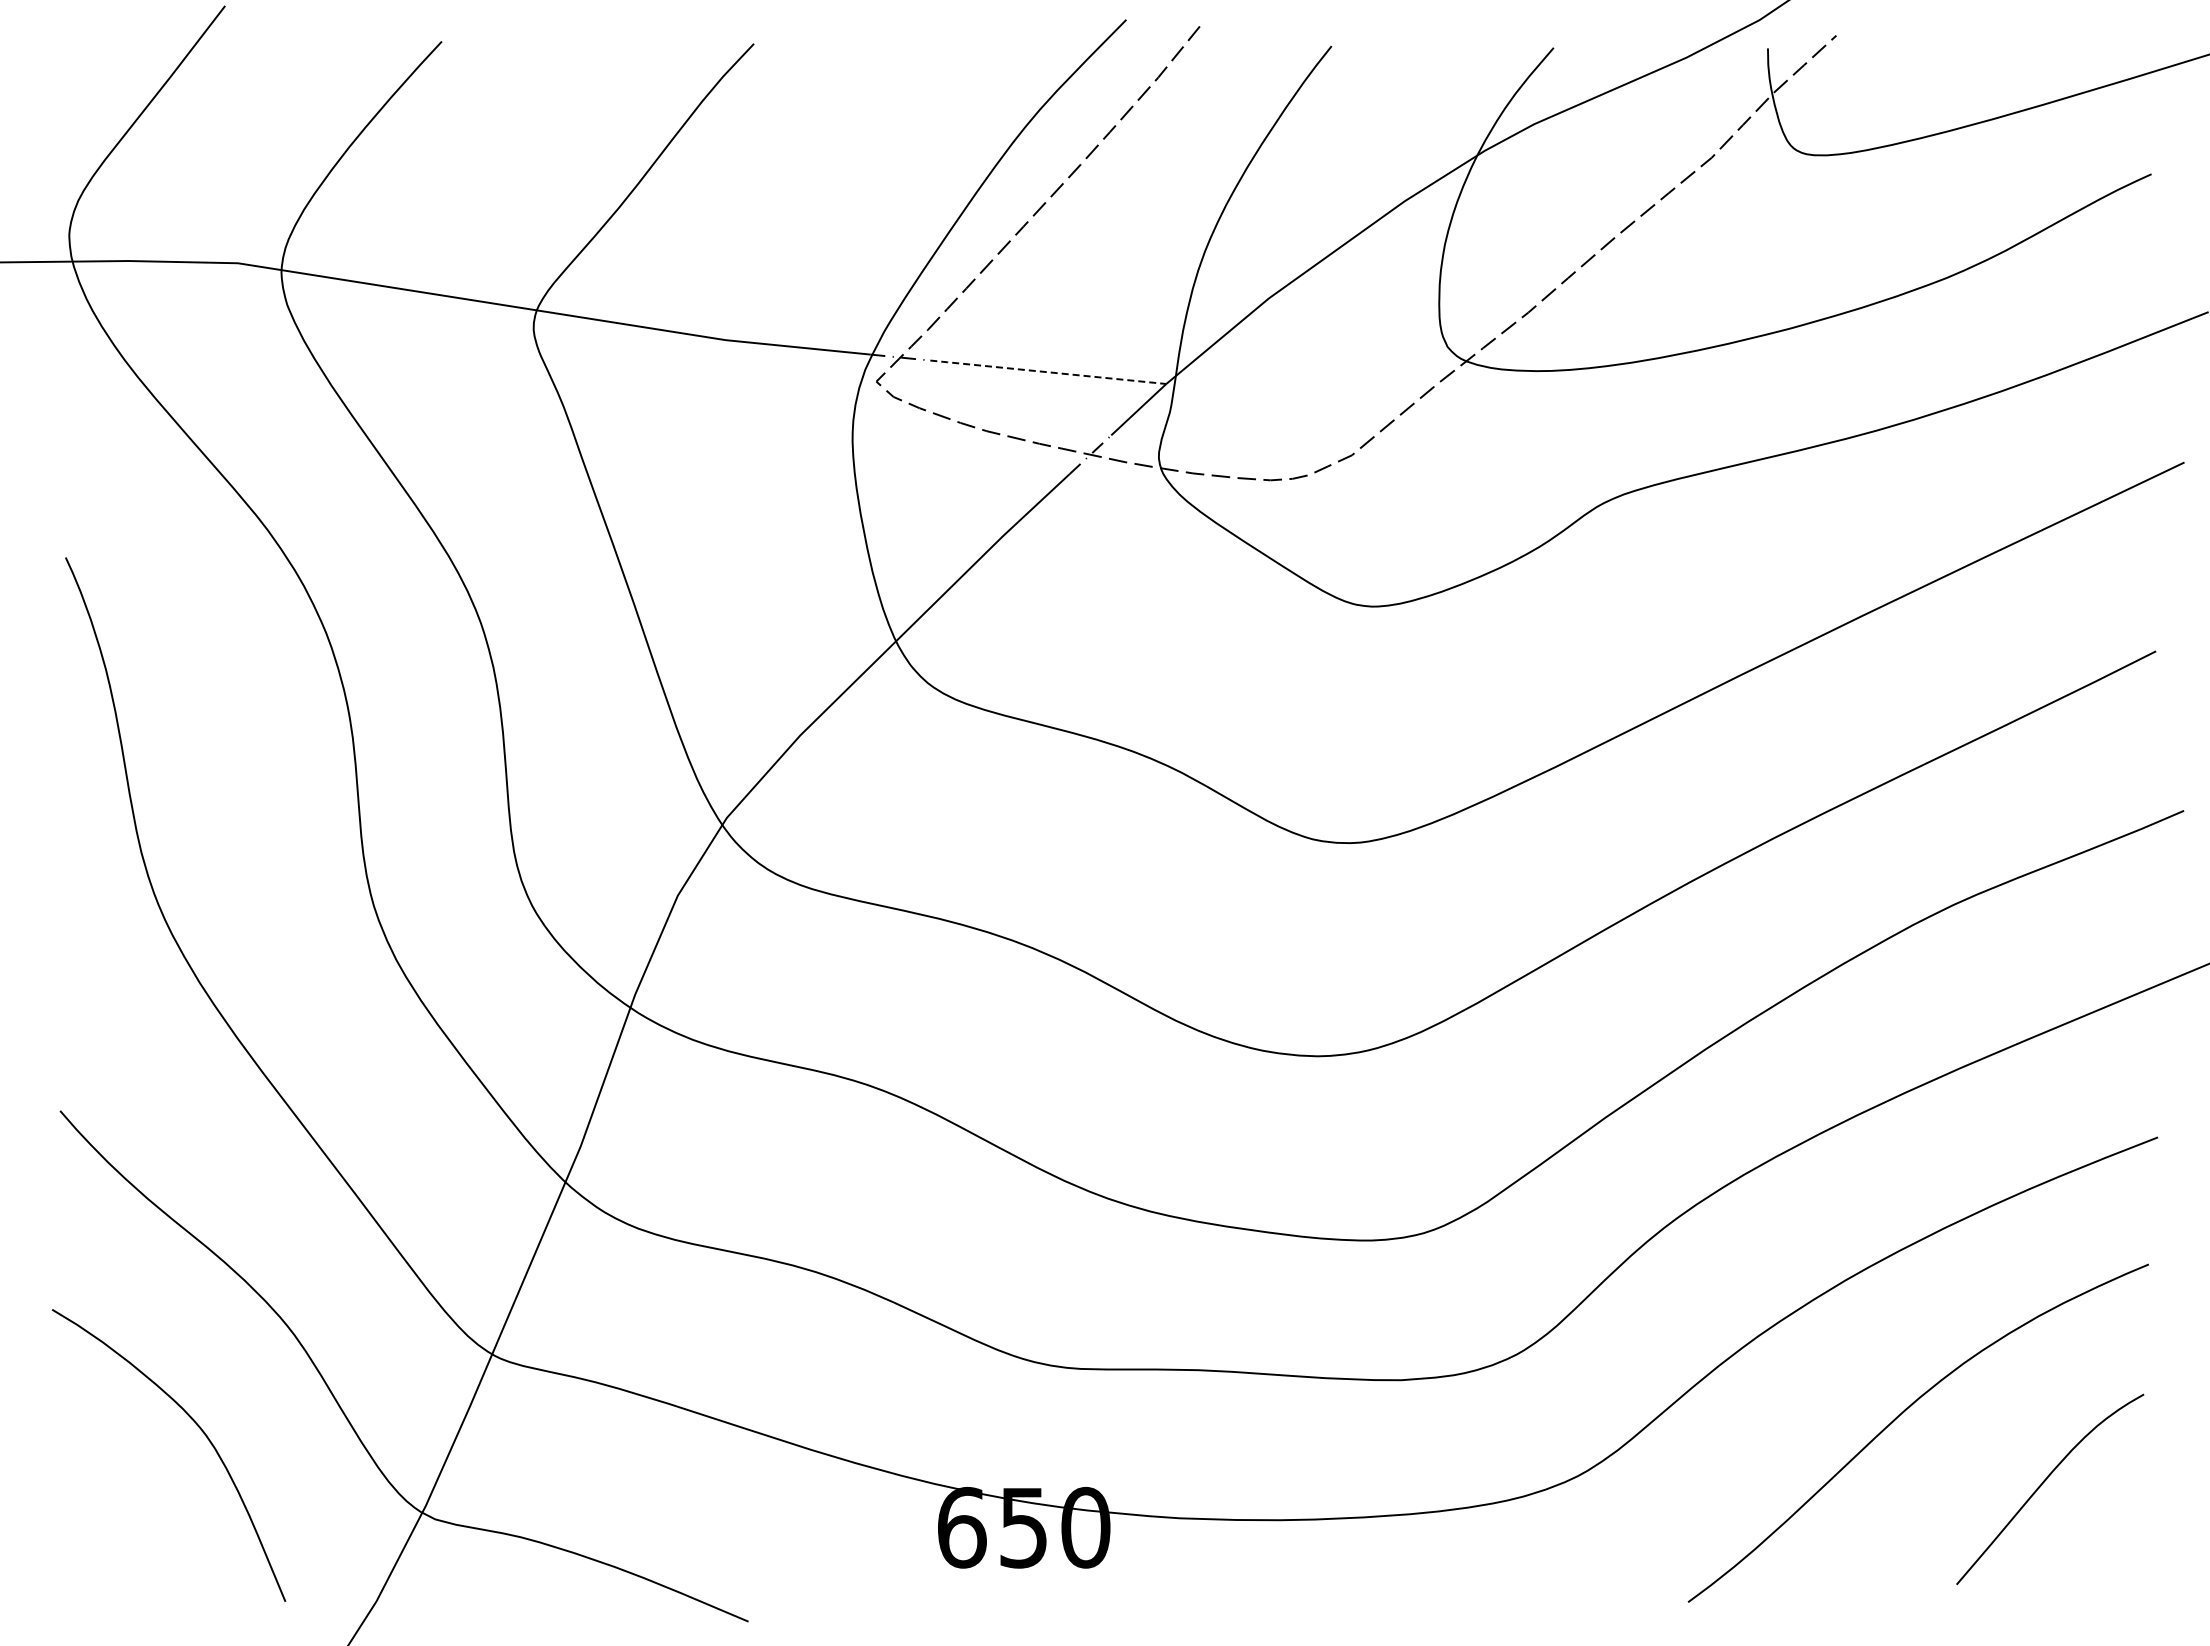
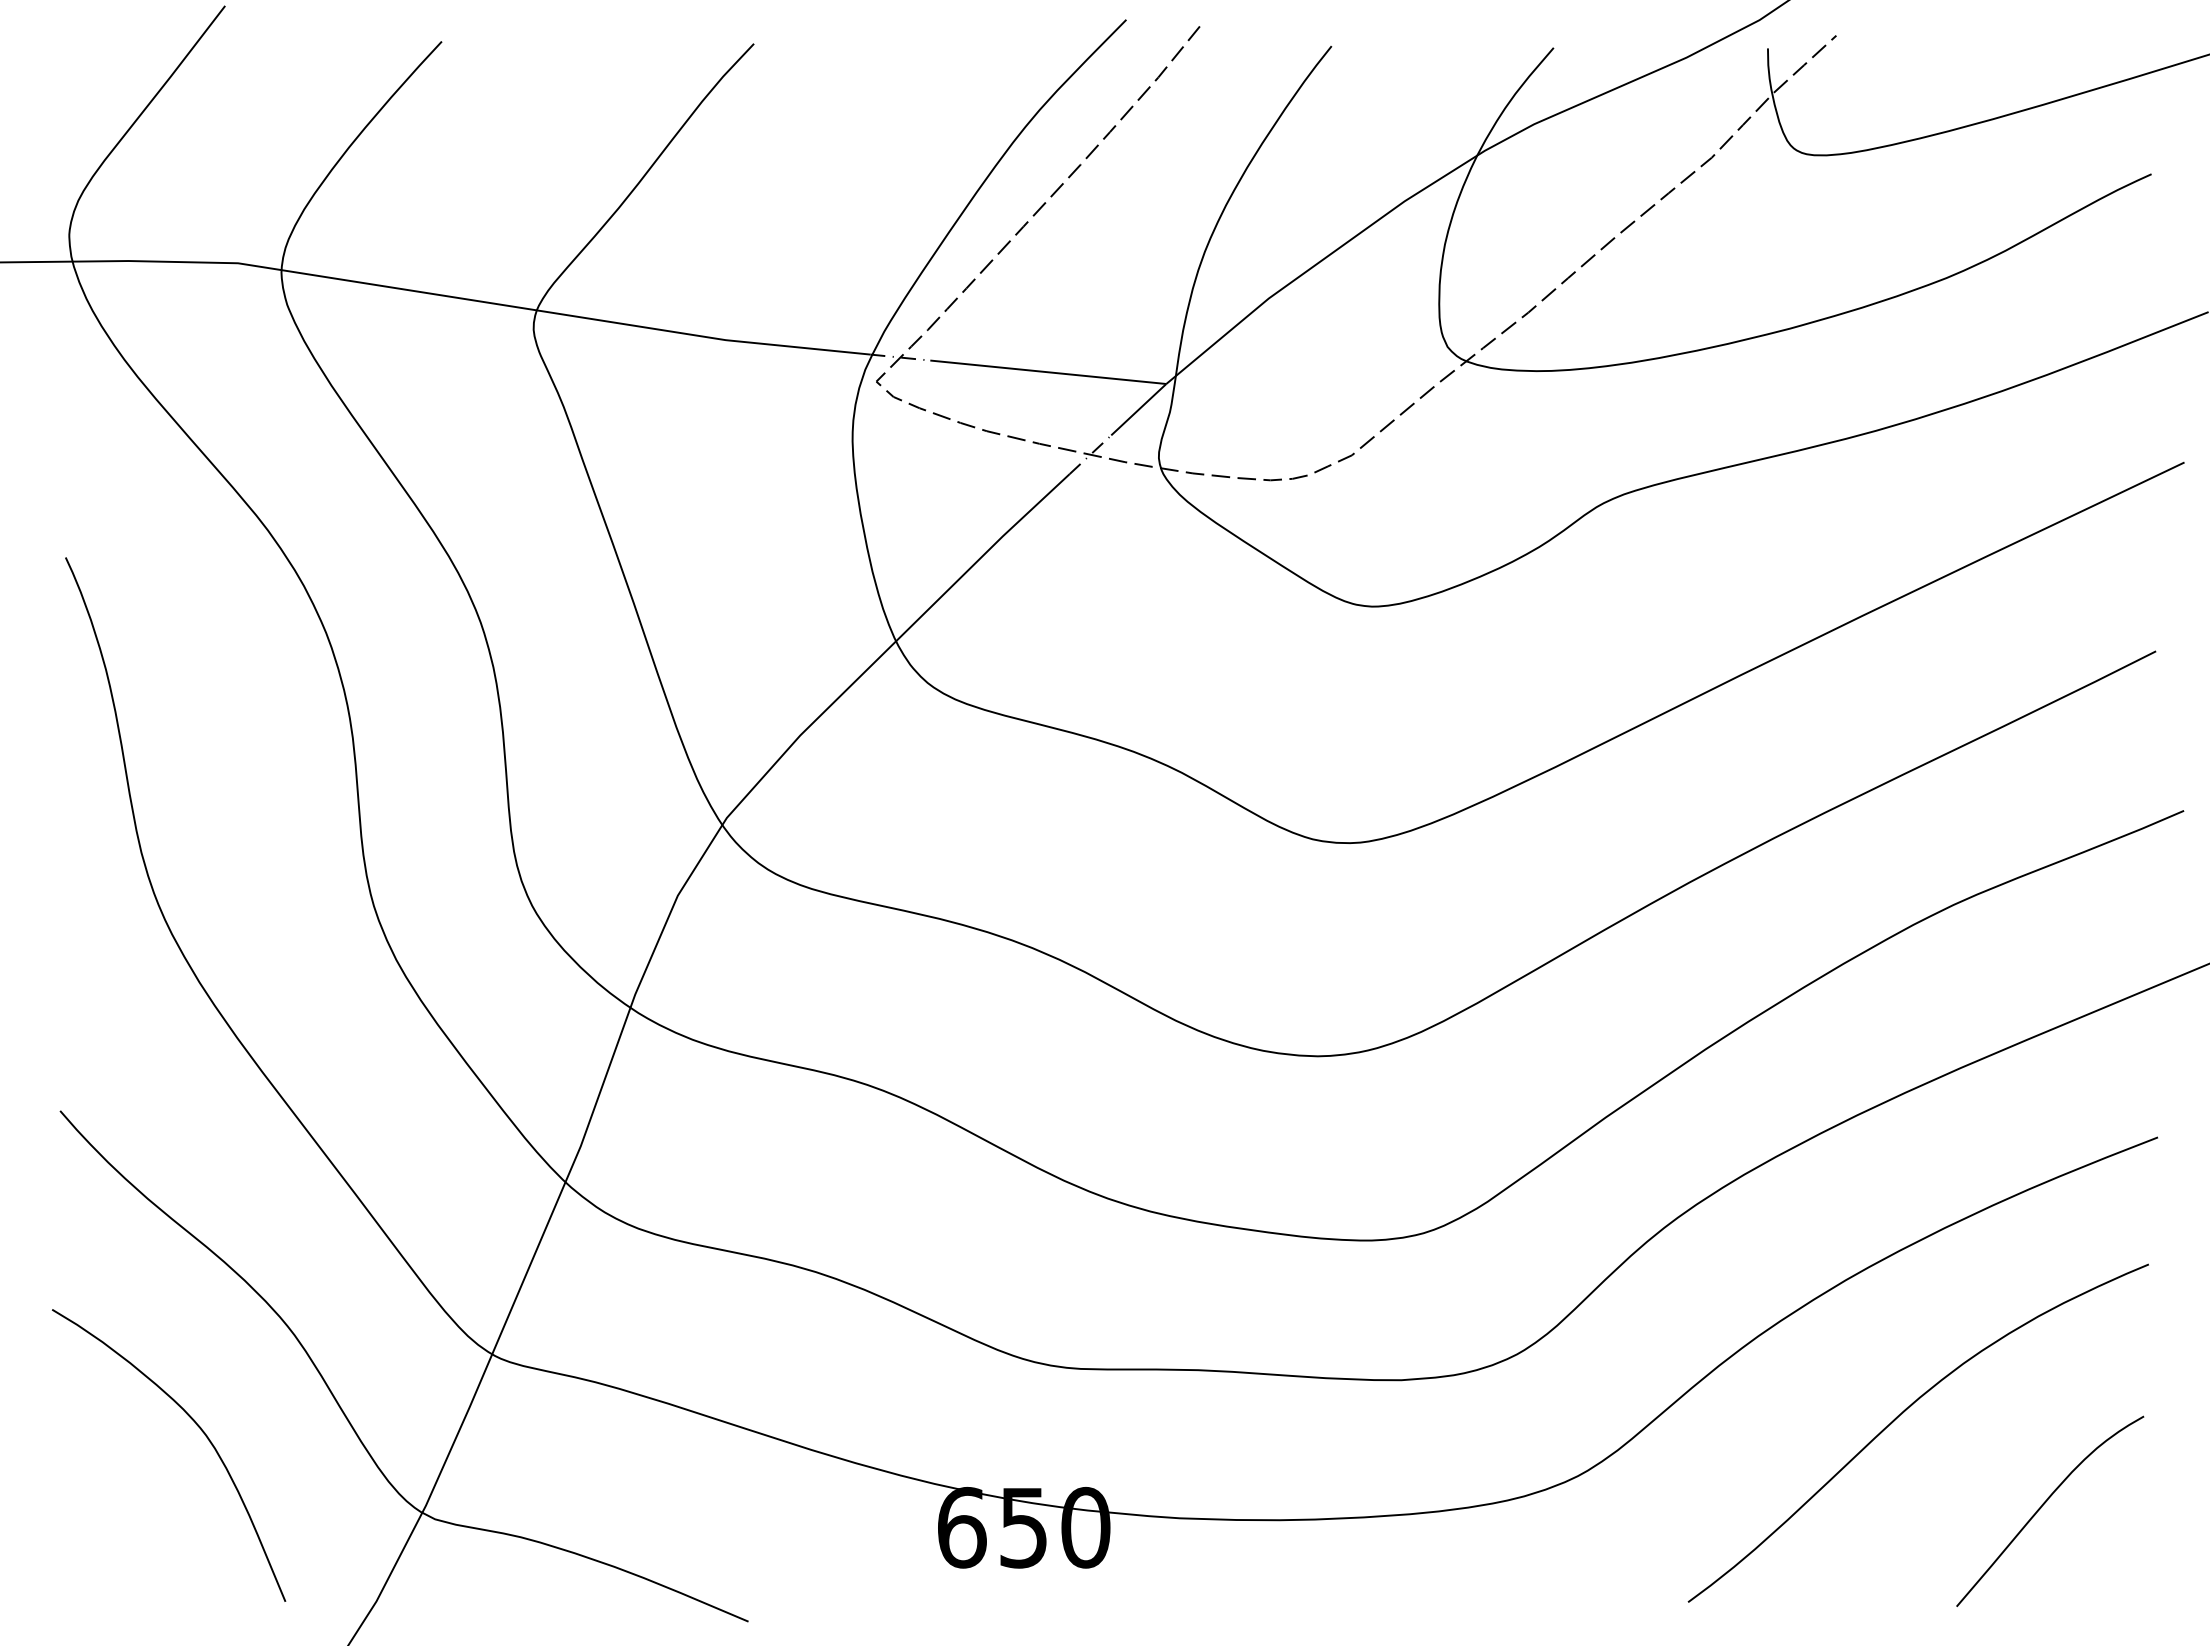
line at (1047, 372): dashed -> solid
curve at (2044, 1482) position: (2044, 1482) -> (2044, 1504)
